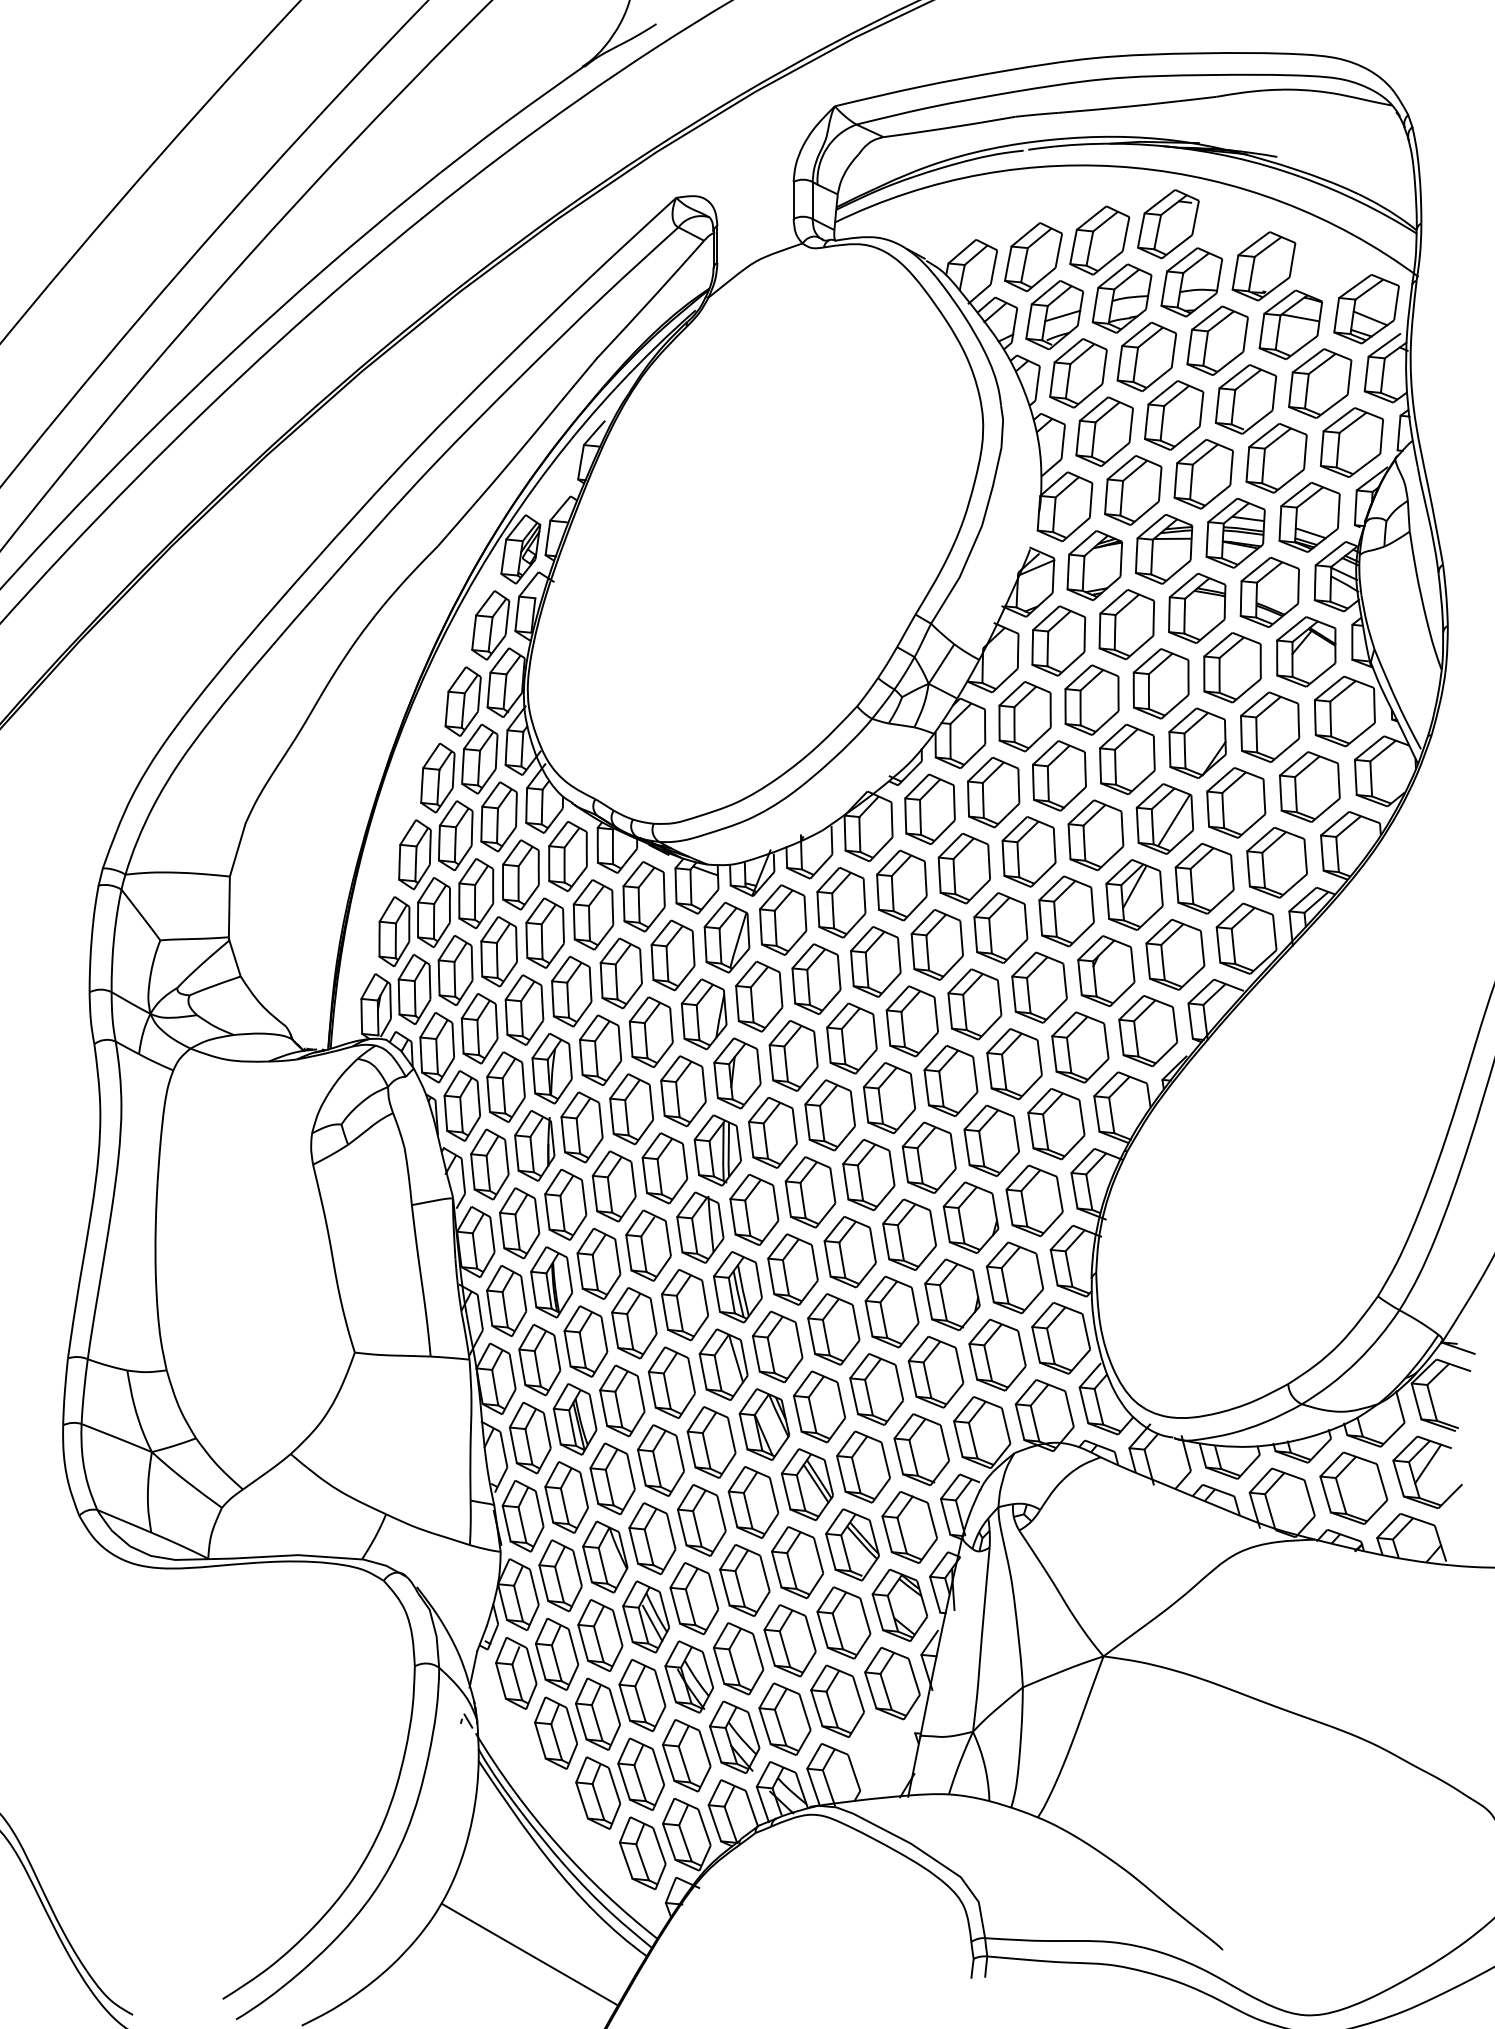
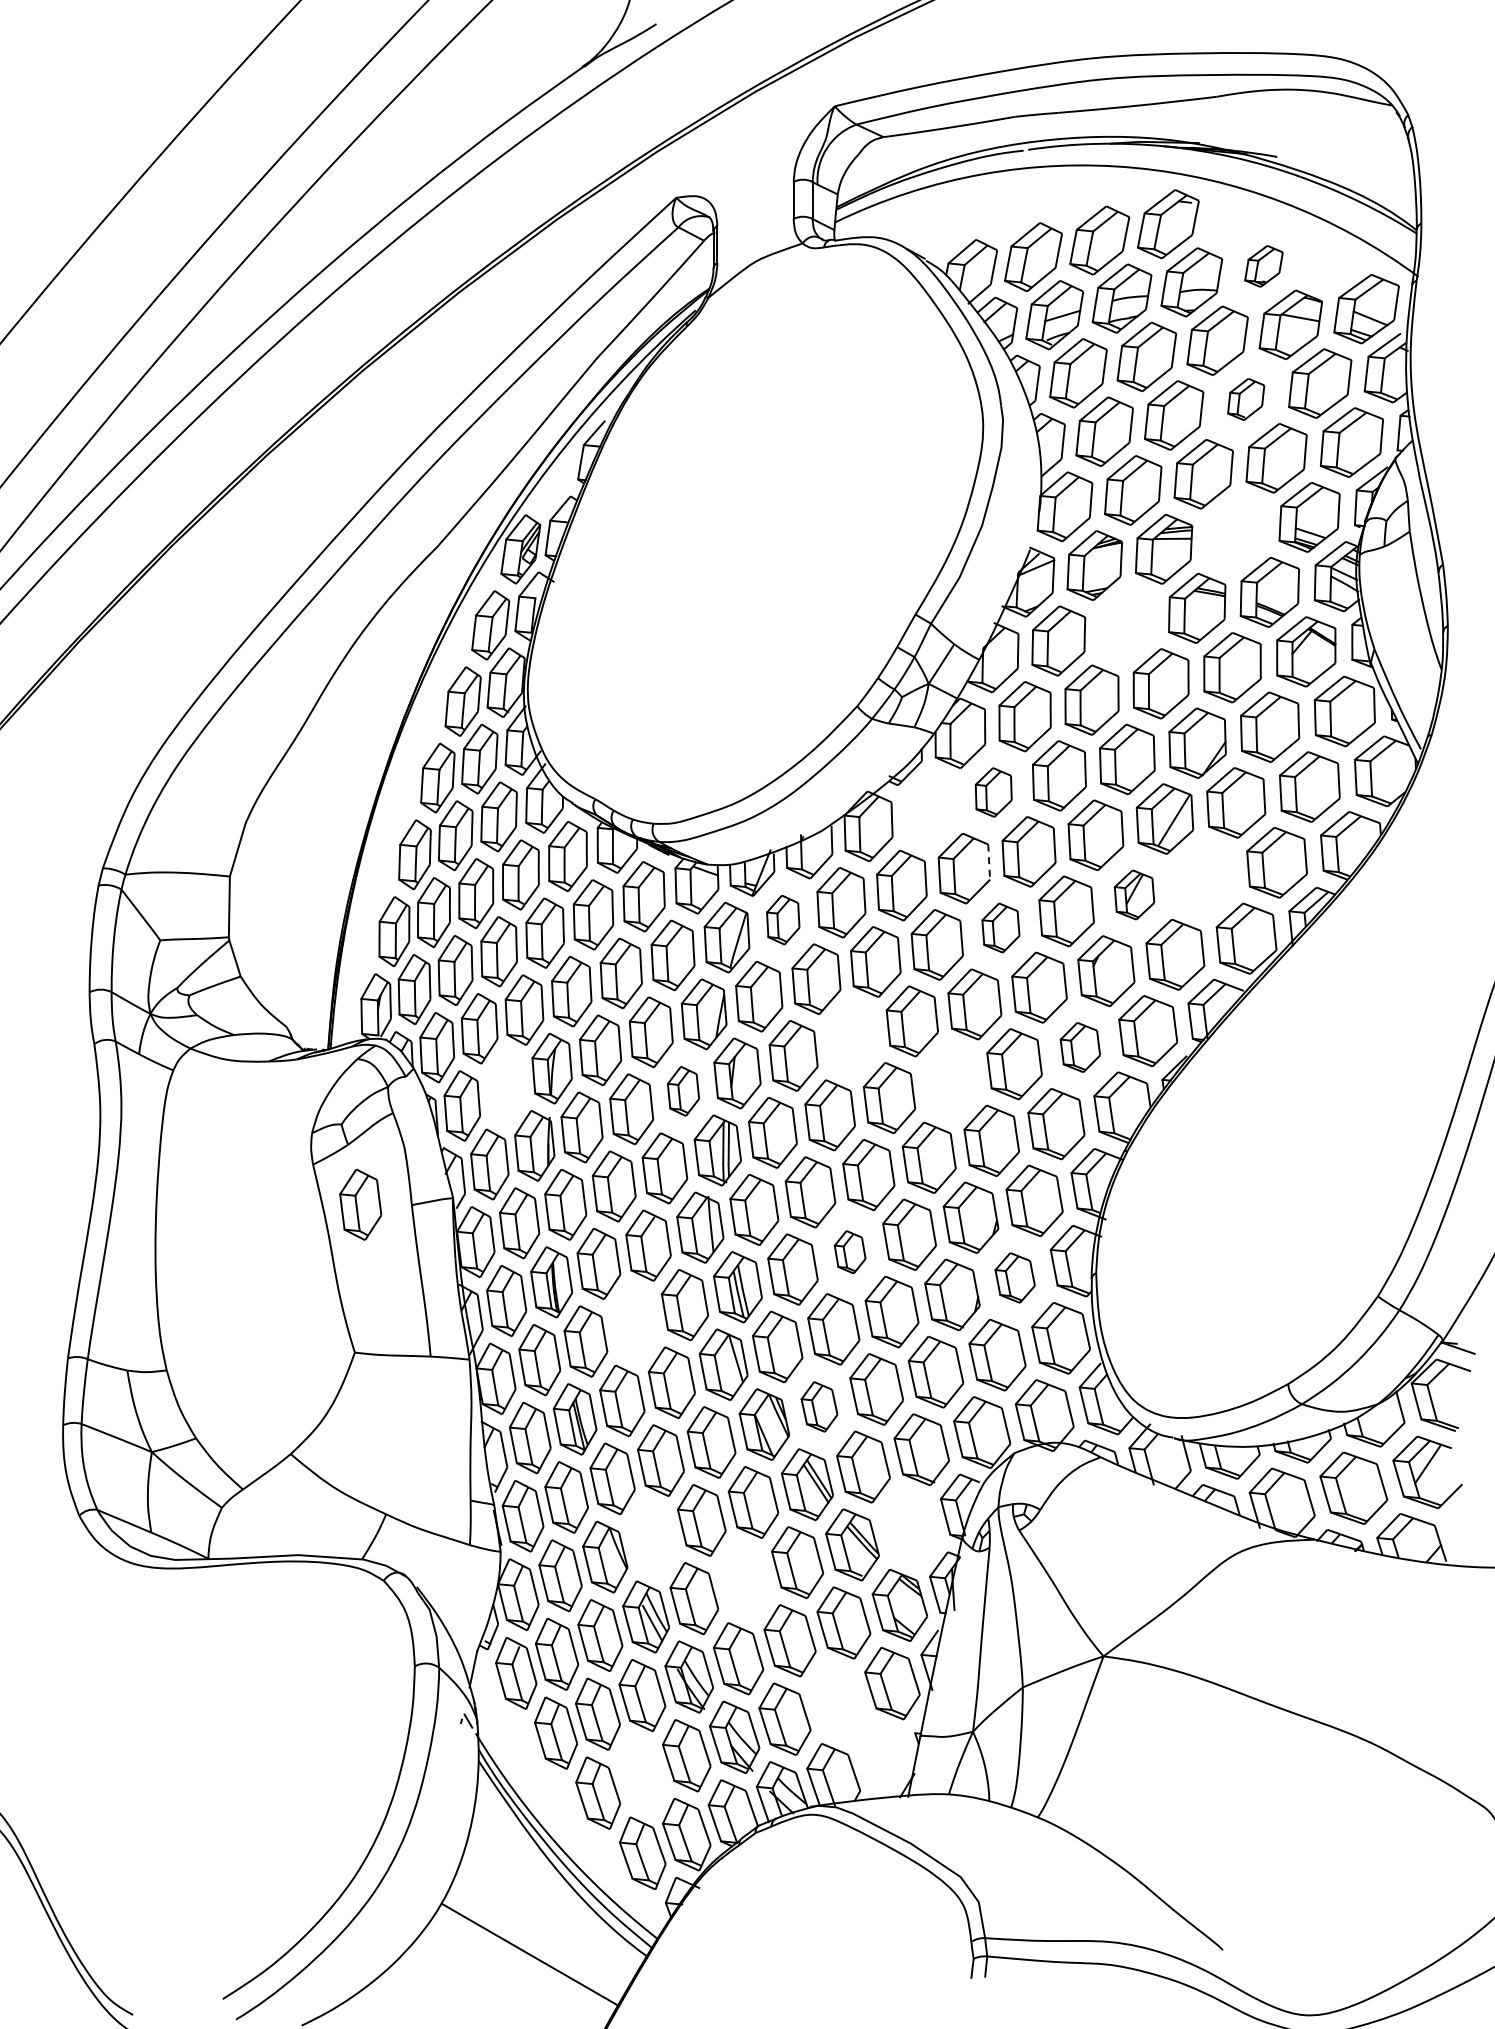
part at (1263, 266) size: 66x71 px -> 40x43 px
part at (1246, 399) size: 63x71 px -> 39x43 px
part at (1235, 532): present -> none
part at (1126, 624): present -> none
part at (993, 792) size: 54x73 px -> 39x51 px
part at (929, 809): present -> none
arc at (989, 862): solid -> dashed
part at (1204, 878): present -> none
part at (1134, 894) size: 59x72 px -> 43x52 px
part at (783, 919) size: 49x72 px -> 35x52 px
part at (1000, 927) size: 56x72 px -> 40x52 px
part at (851, 1038): present -> none
part at (1080, 1047) size: 59x73 px -> 42x51 px
part at (950, 1080): present -> none
part at (505, 1086): present -> none
part at (683, 1091) size: 47x73 px -> 33x51 px
part at (360, 1204): none -> present
part at (849, 1252) size: 54x73 px -> 34x45 px
part at (1015, 1277) size: 59x74 px -> 42x52 px
part at (634, 1323): present -> none
part at (819, 1406) size: 53x74 px -> 39x52 px
part at (909, 1527): present -> none
part at (652, 1538): present -> none
part at (744, 1580): present -> none
part at (837, 1700): present -> none
part at (640, 1773): present -> none
